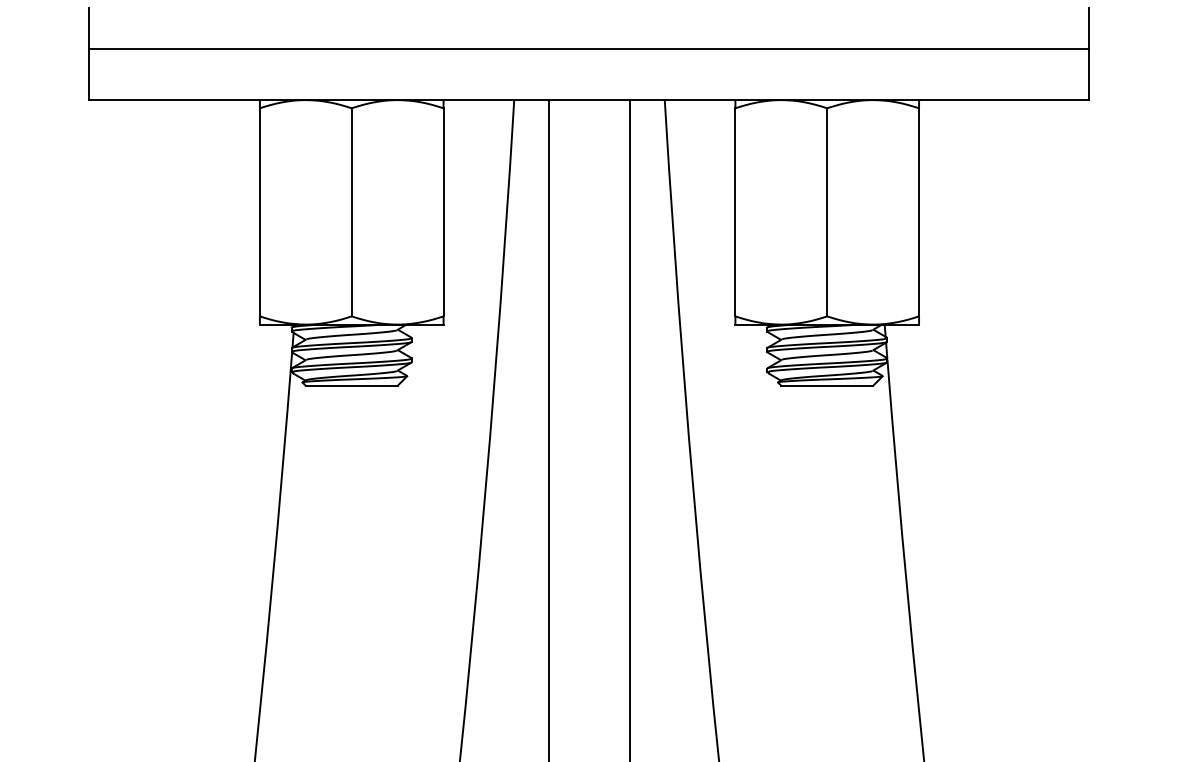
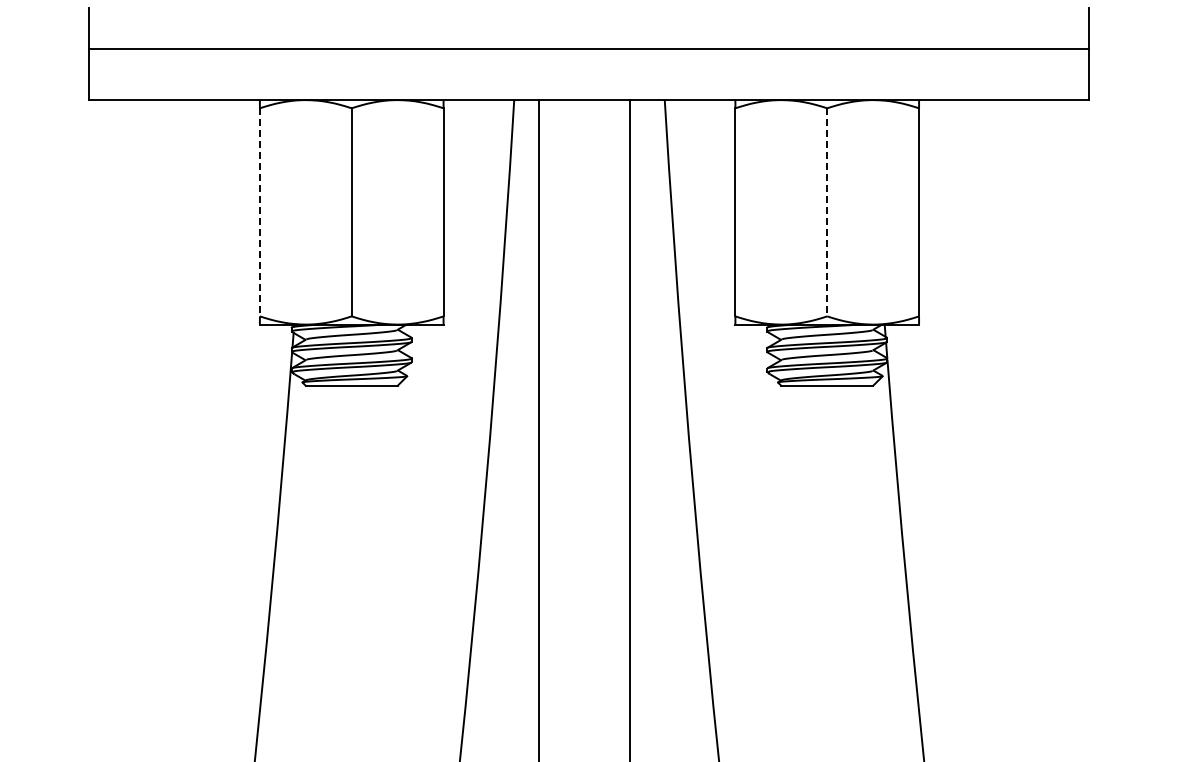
line at (259, 212): solid -> dashed
line at (827, 212): solid -> dashed
line at (548, 429) position: (548, 429) -> (538, 429)
